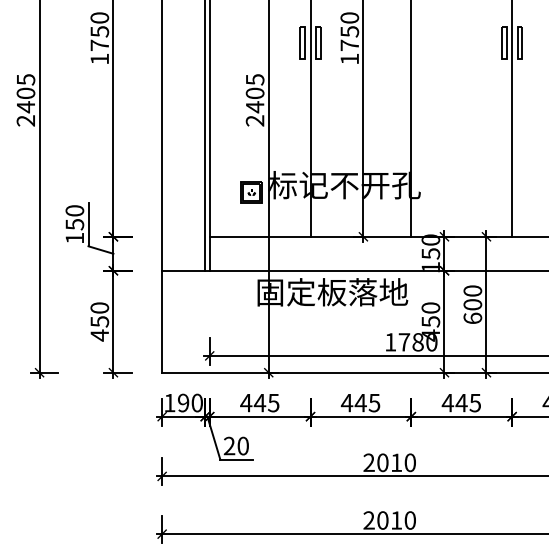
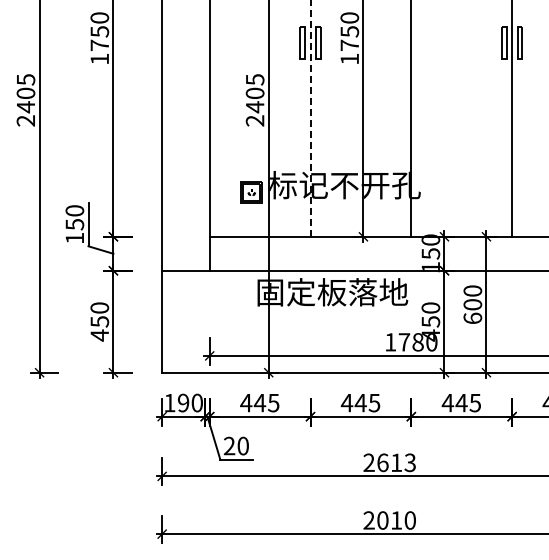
line at (310, 117): solid -> dashed
line at (205, 136): present -> none
text at (396, 462): 2010 -> 2613
